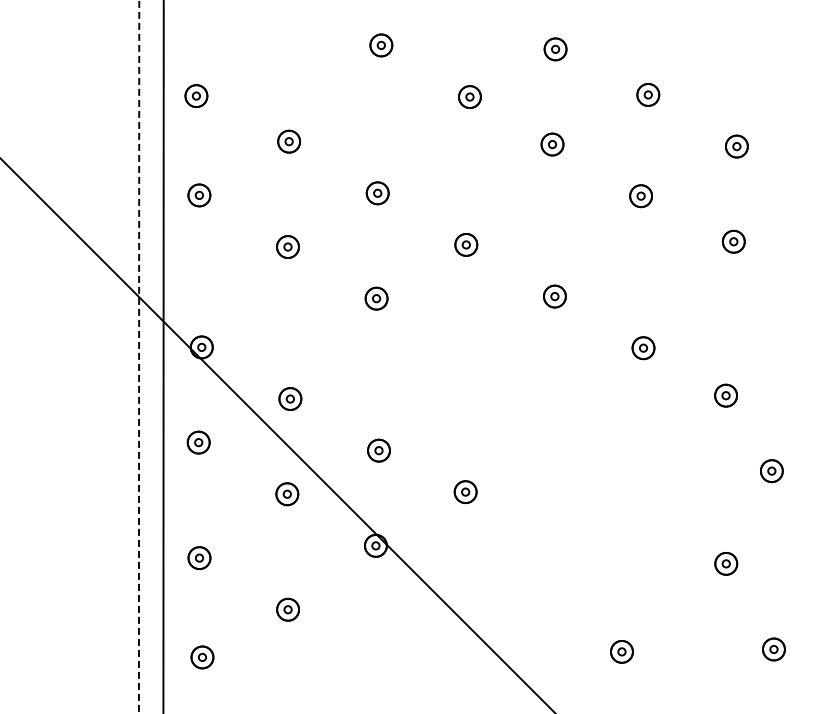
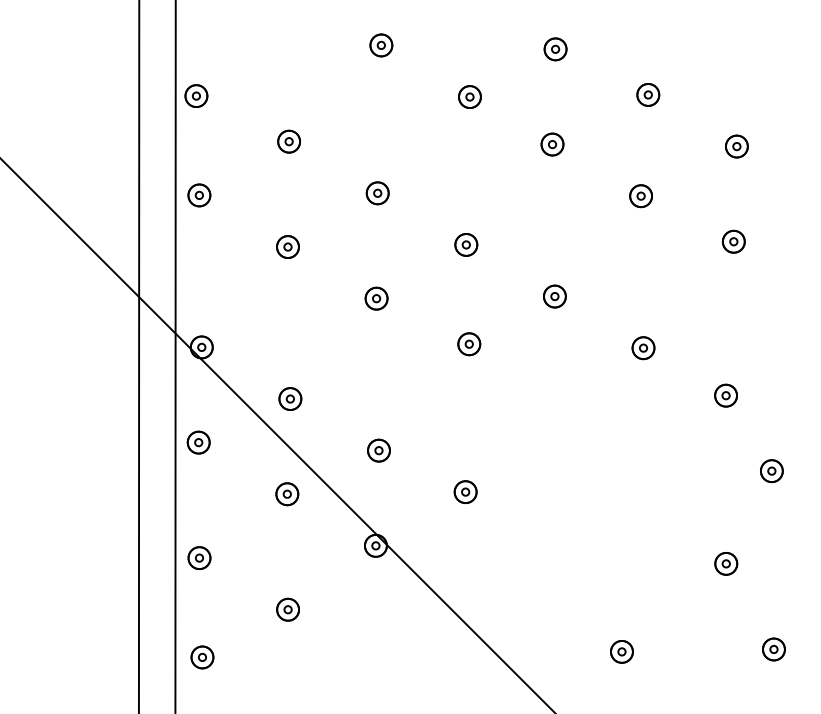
part at (469, 344): none -> present
line at (163, 356) position: (163, 356) -> (175, 356)
line at (139, 357): dashed -> solid
